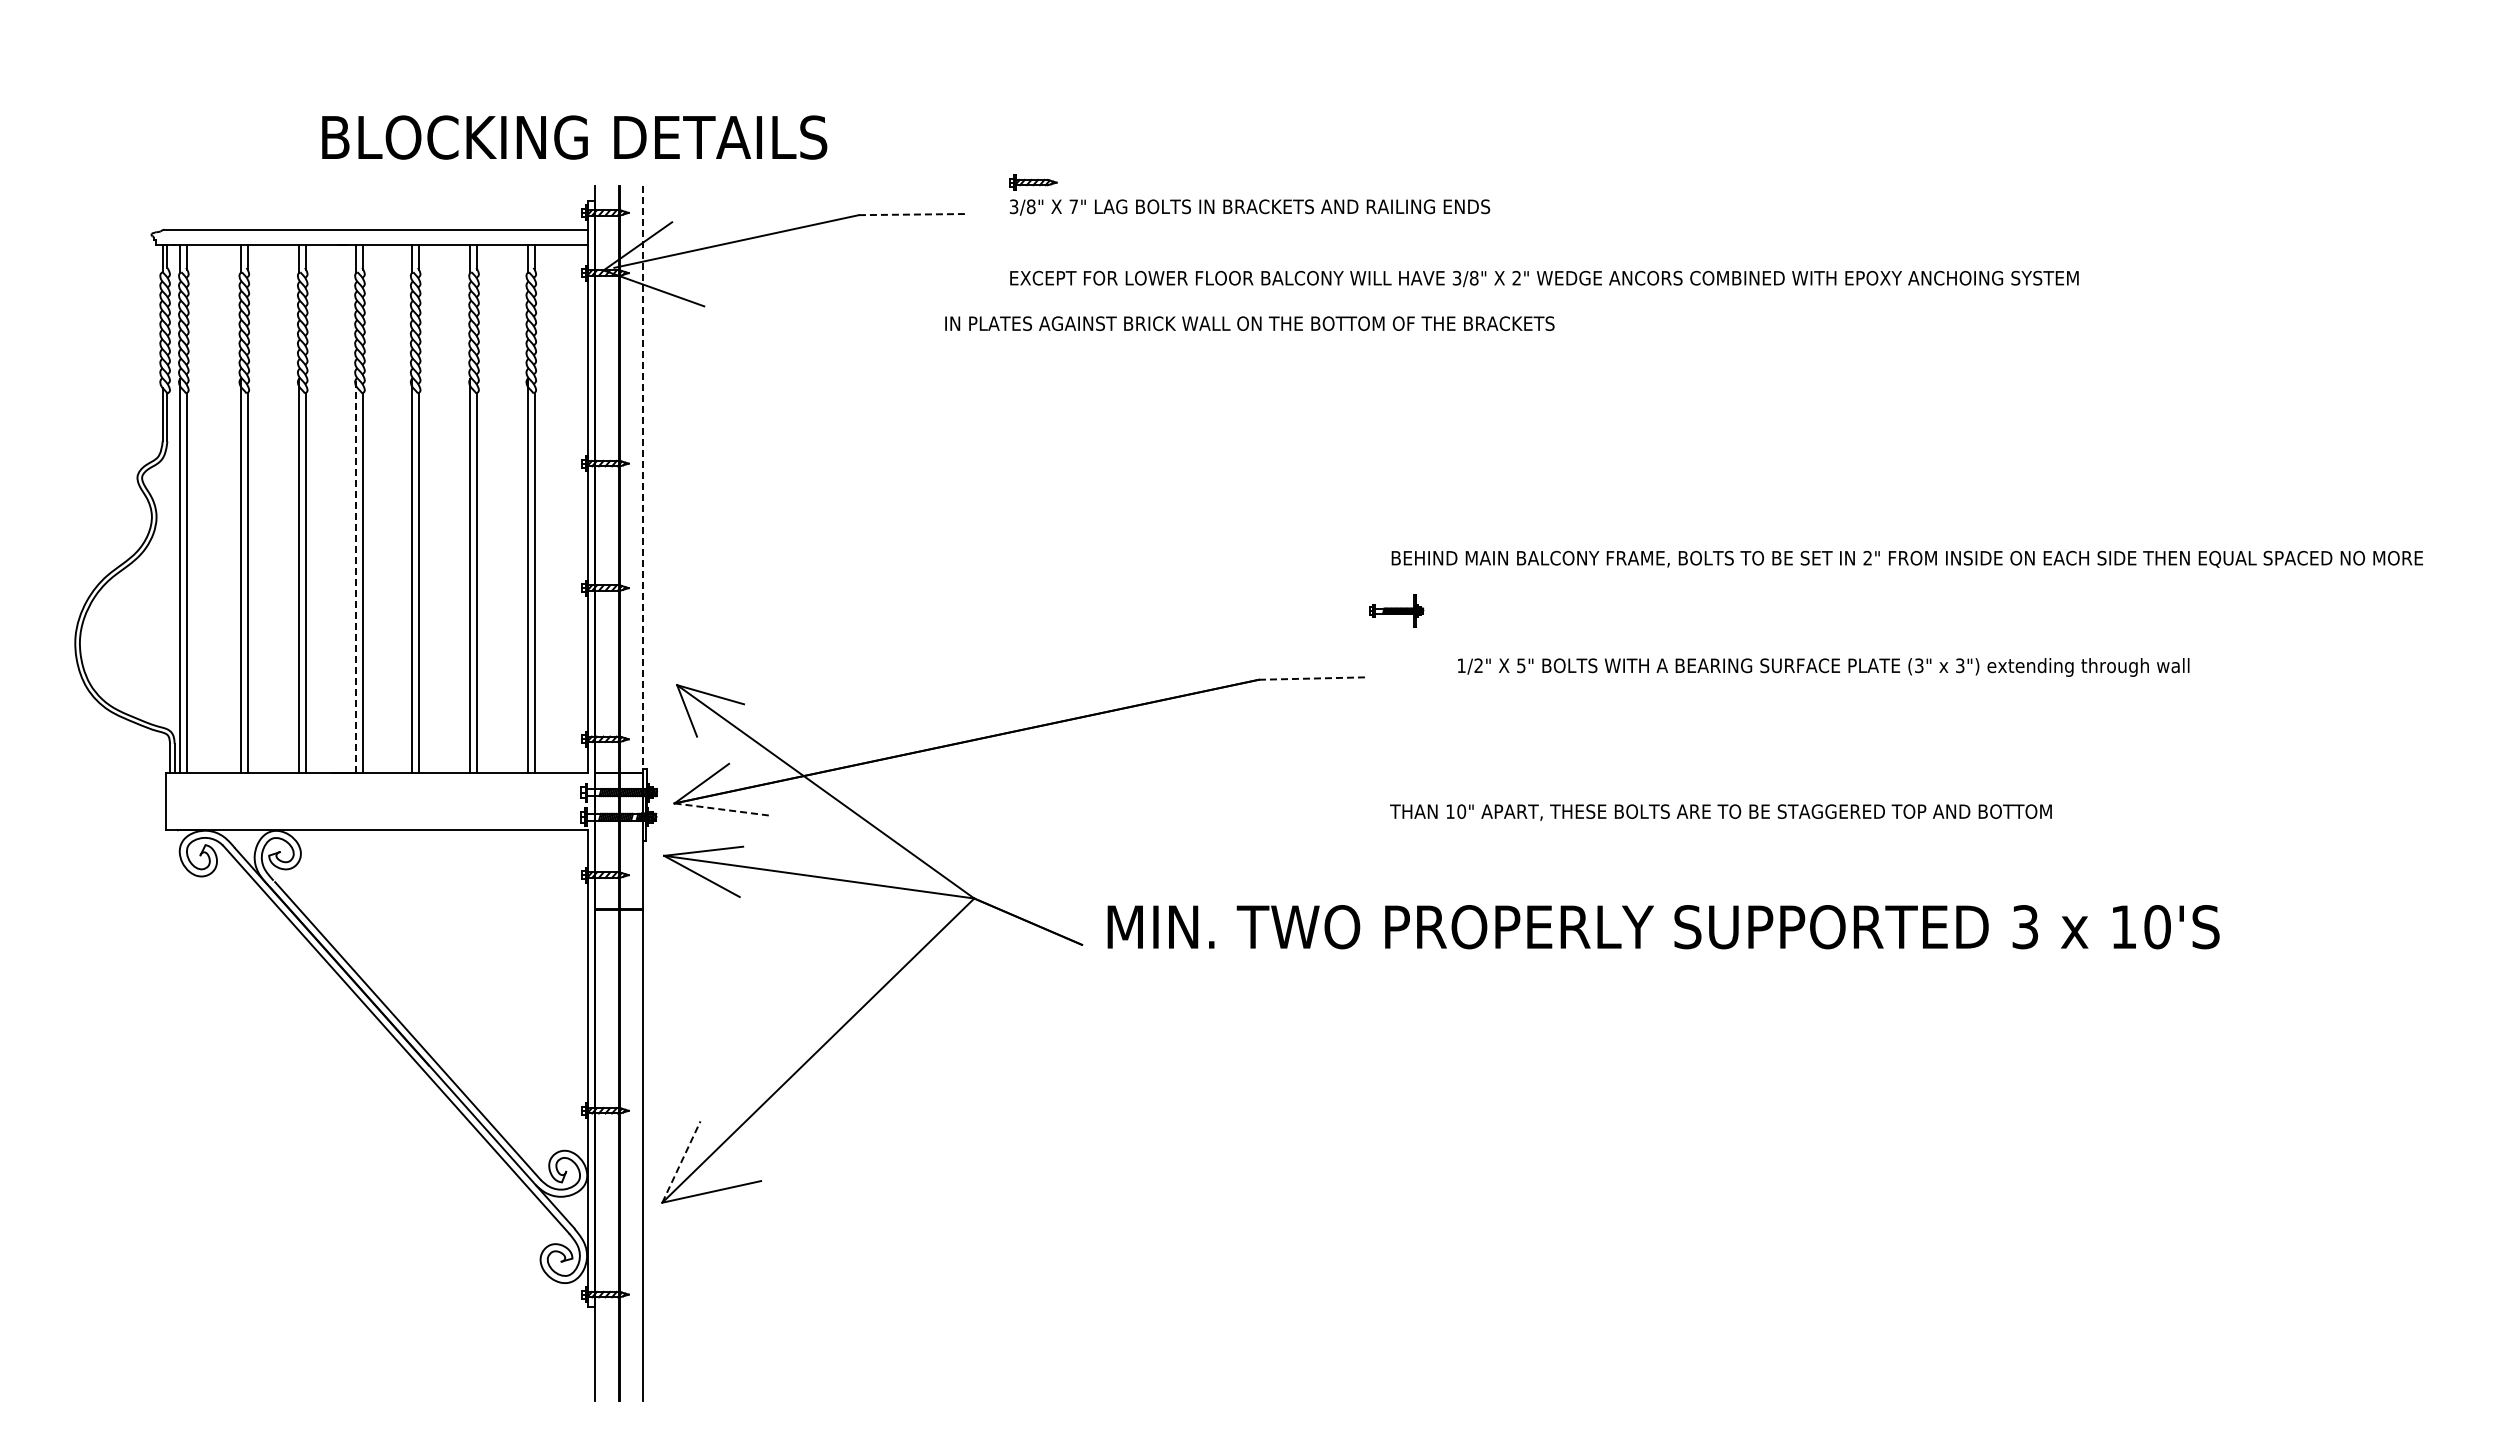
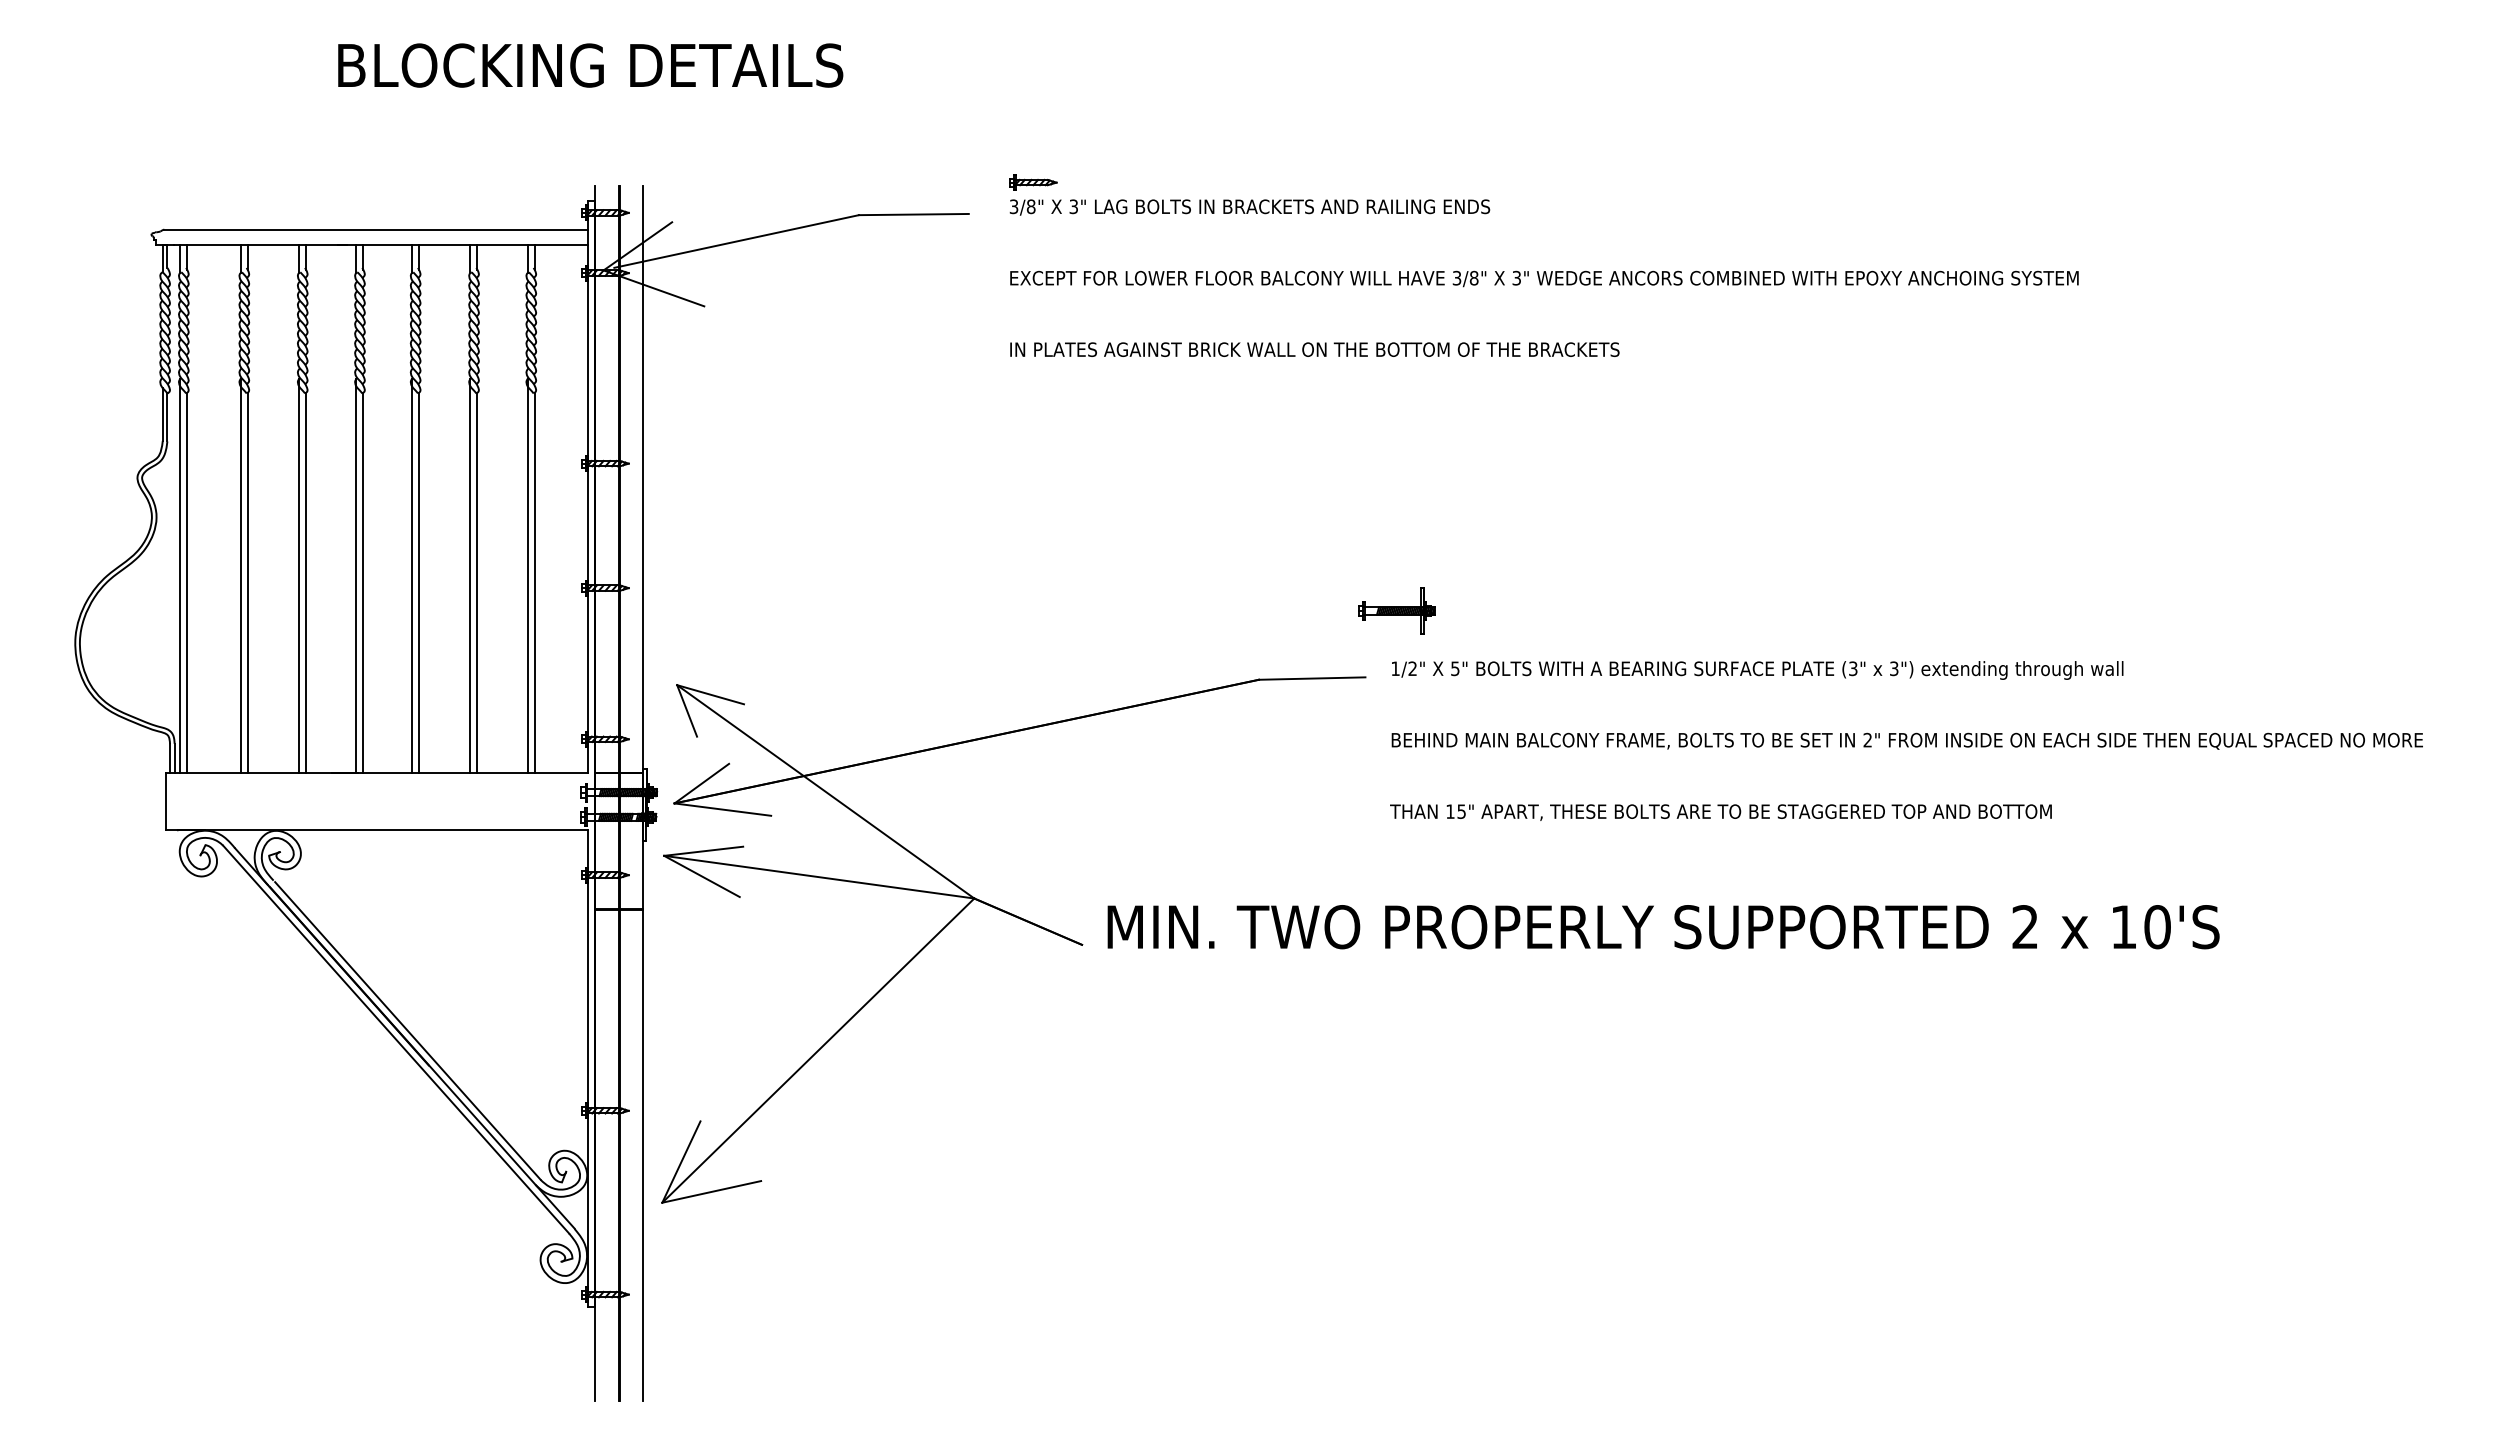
text at (574, 137) position: (574, 137) -> (590, 65)
text at (1073, 206): 7" -> 3"
line at (913, 214): dashed -> solid
text at (1516, 278): 2" -> 3"
text at (1249, 323) position: (1249, 323) -> (1314, 349)
line at (642, 479): dashed -> solid
text at (1906, 558) position: (1906, 558) -> (1906, 740)
line at (356, 575): dashed -> solid
part at (1396, 610) size: 56x34 px -> 78x48 px
text at (1823, 667) position: (1823, 667) -> (1757, 670)
line at (1312, 678): dashed -> solid
line at (722, 809): dashed -> solid
text at (1461, 811): 10" -> 15"
text at (2025, 927): 3 -> 2
line at (681, 1162): dashed -> solid
